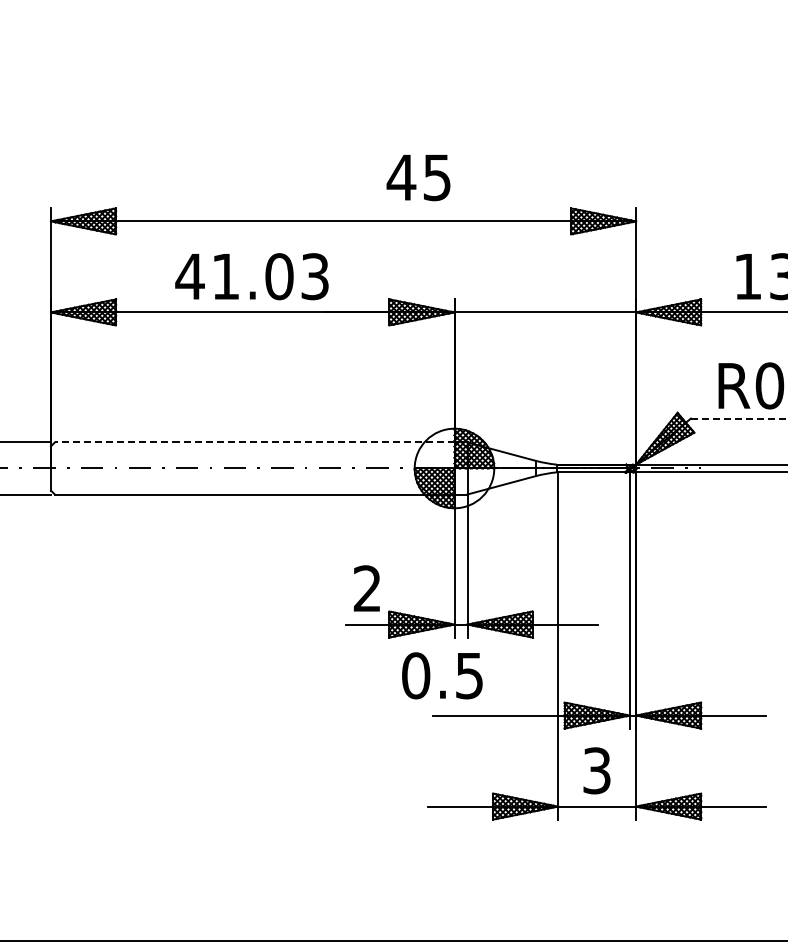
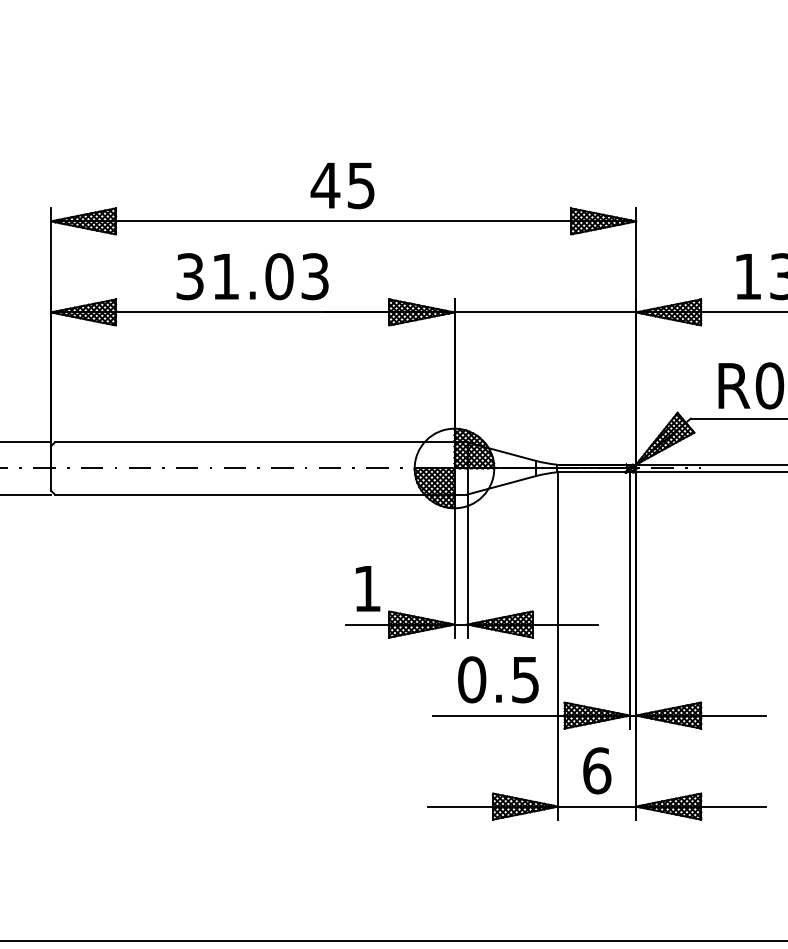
text at (418, 178) position: (418, 178) -> (342, 186)
text at (189, 276): 41.03 -> 31.03
line at (739, 418): dashed -> solid
line at (254, 442): dashed -> solid
text at (366, 588): 2 -> 1
text at (442, 675) position: (442, 675) -> (498, 679)
text at (597, 770): 3 -> 6
